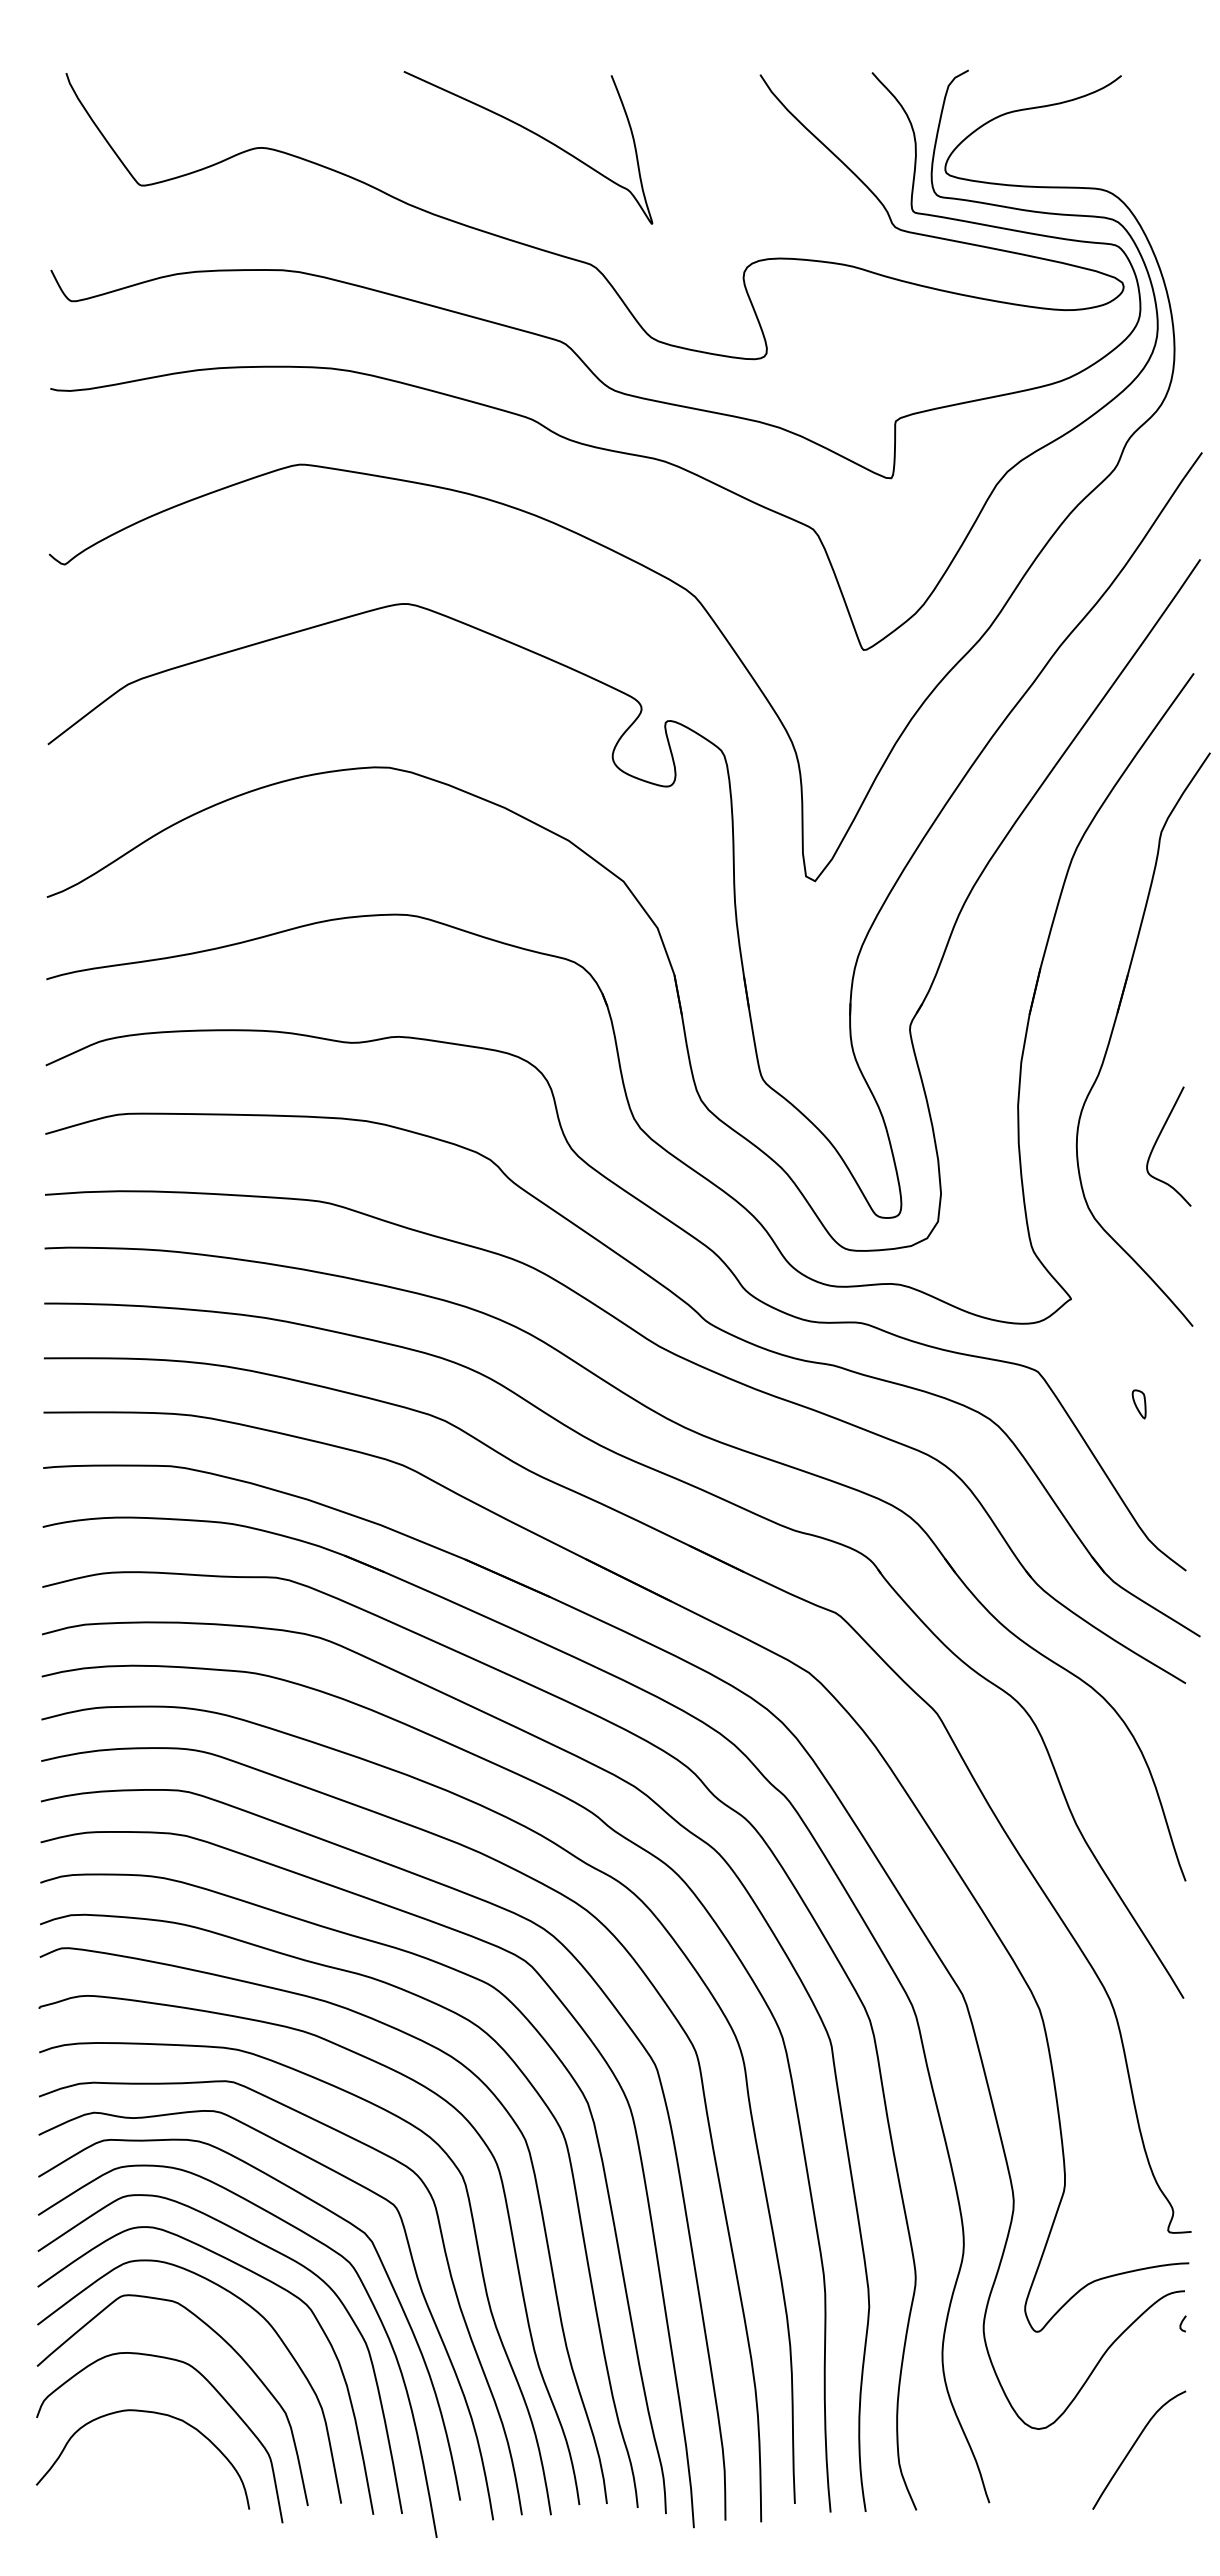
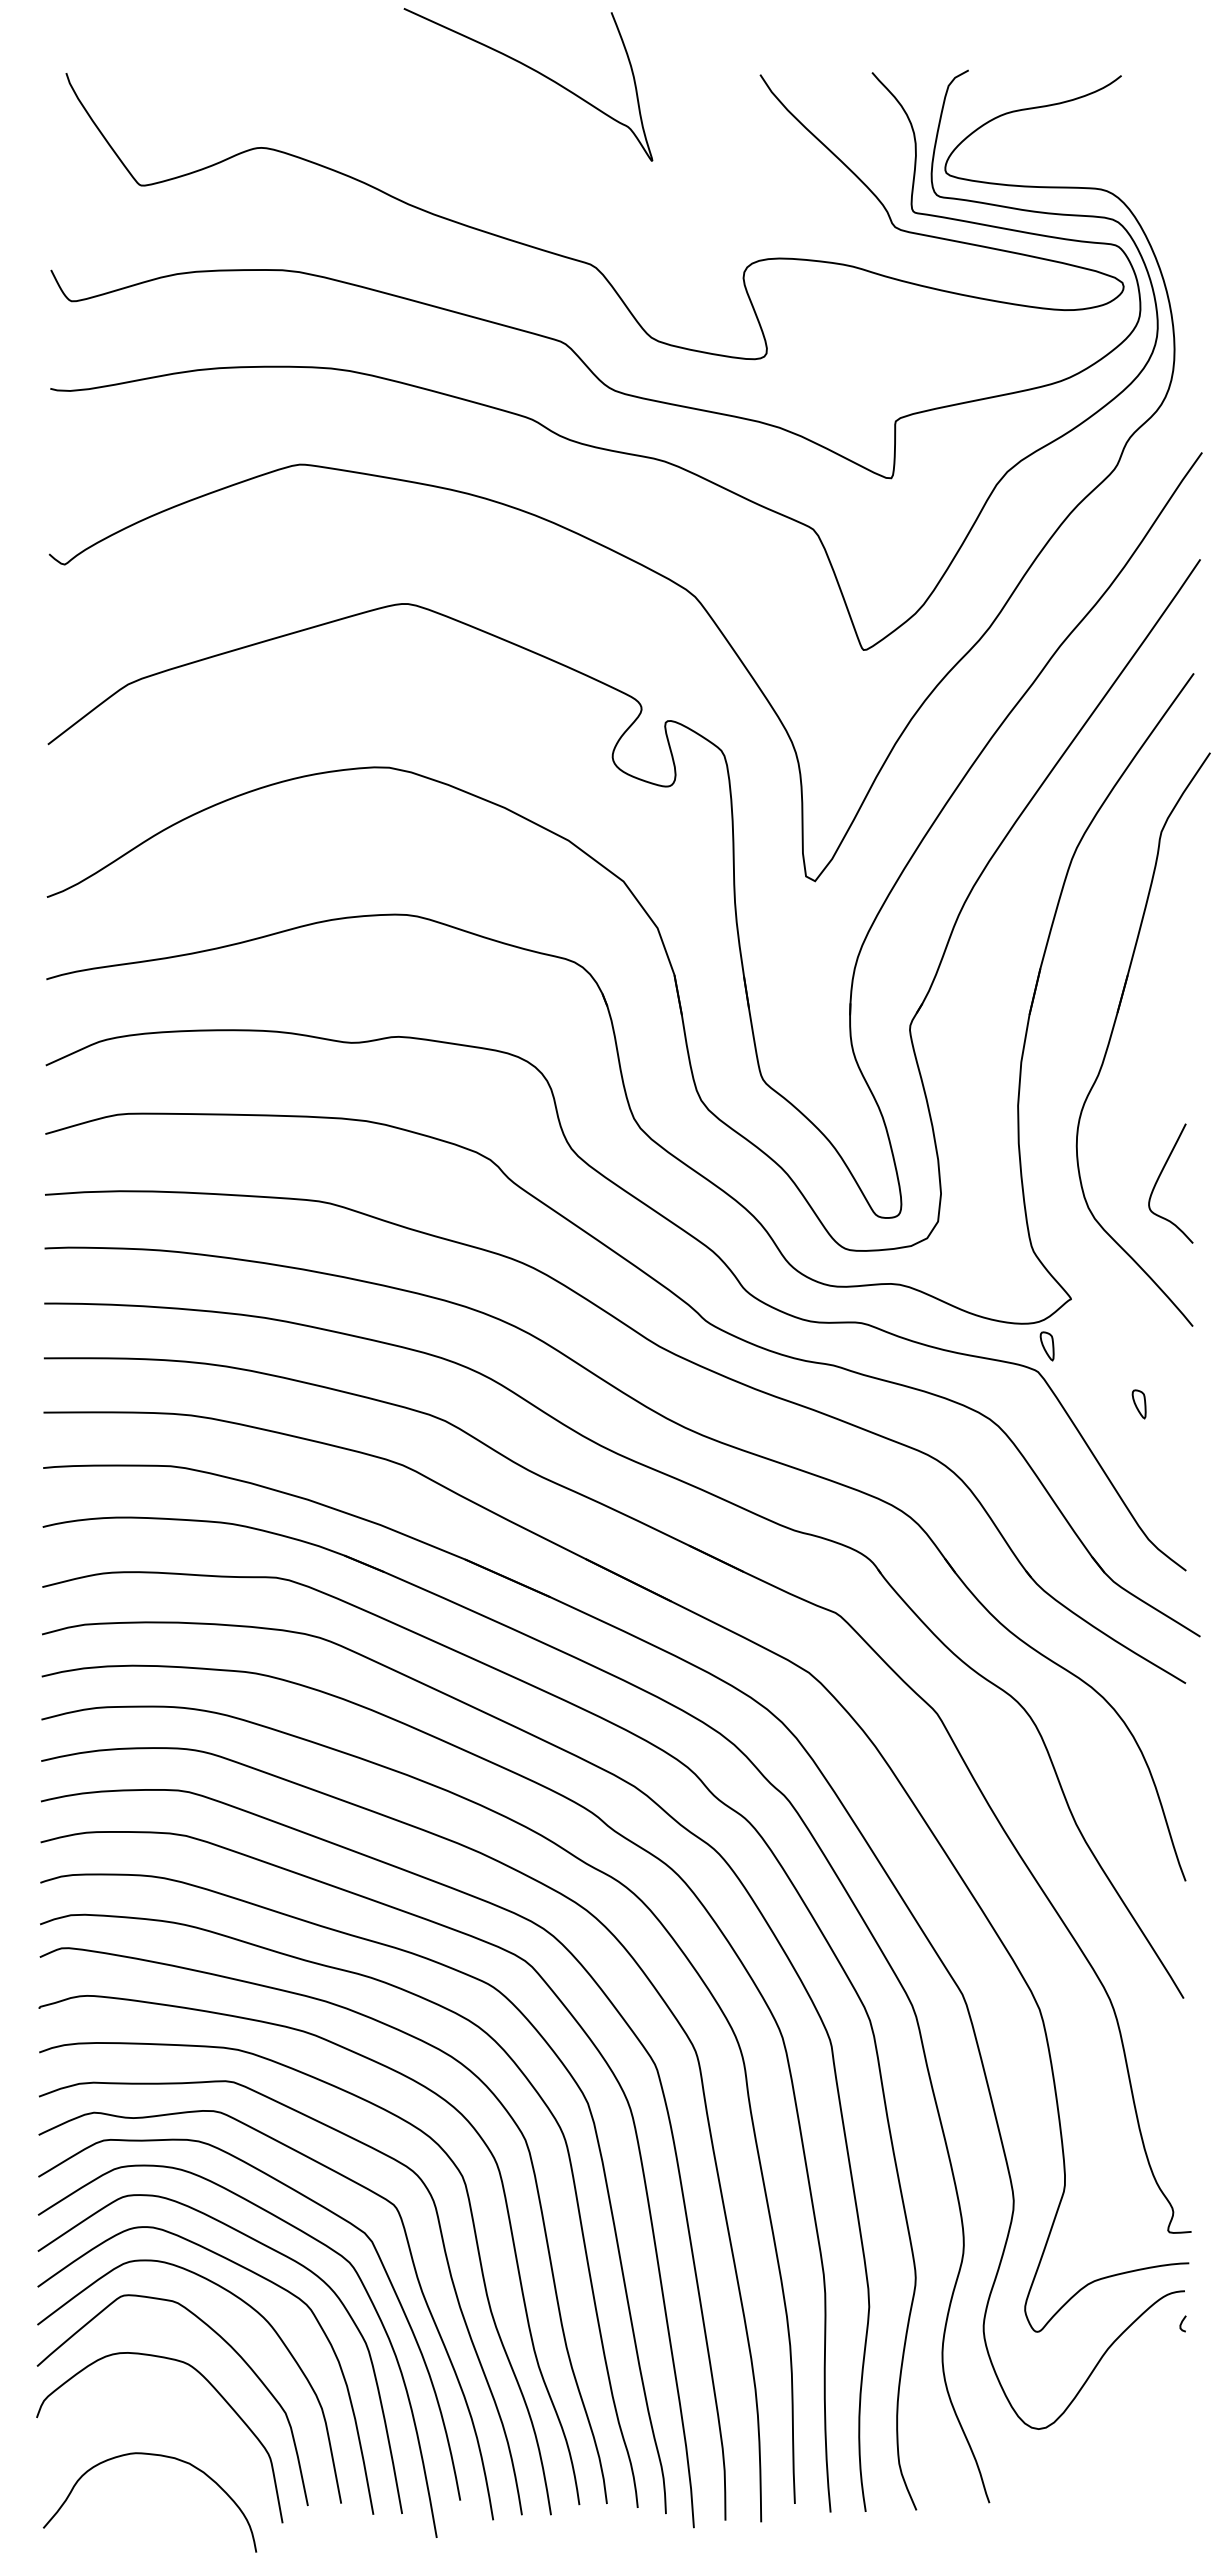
curve at (534, 134) position: (534, 134) -> (534, 71)
curve at (1157, 1141) position: (1157, 1141) -> (1159, 1178)
part at (1046, 1346): none -> present
curve at (143, 2412) position: (143, 2412) -> (150, 2455)
curve at (1133, 2447): present -> none
